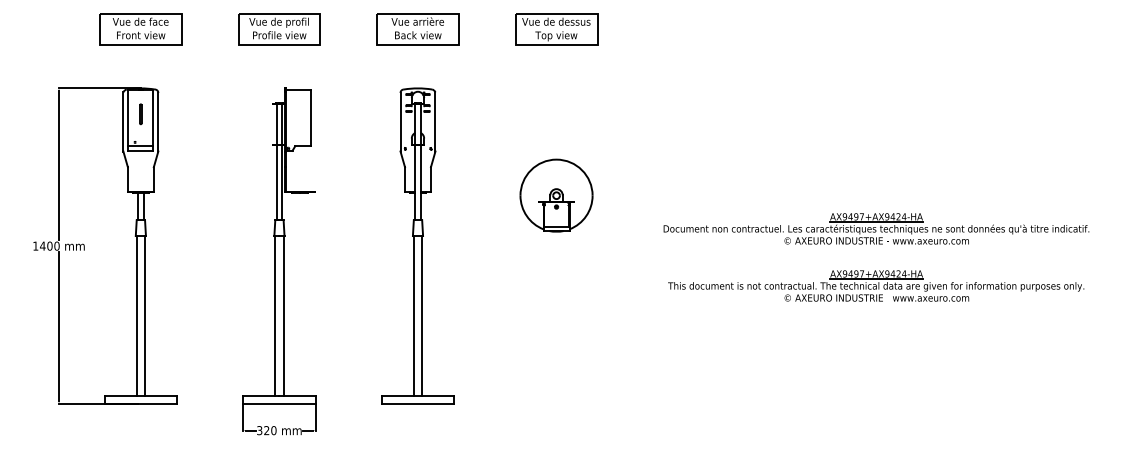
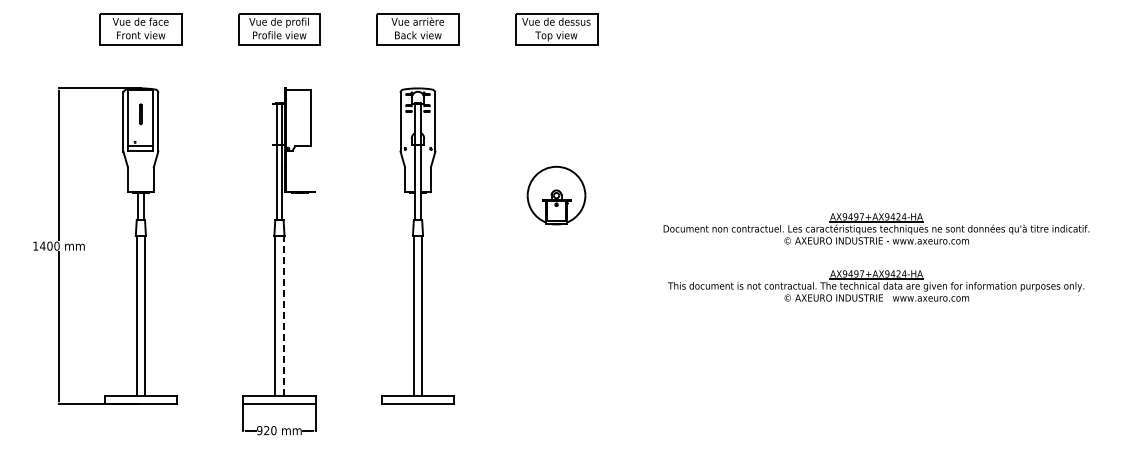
part at (556, 195) size: 75x75 px -> 61x61 px
line at (283, 315): solid -> dashed
text at (259, 430): 320 -> 920
